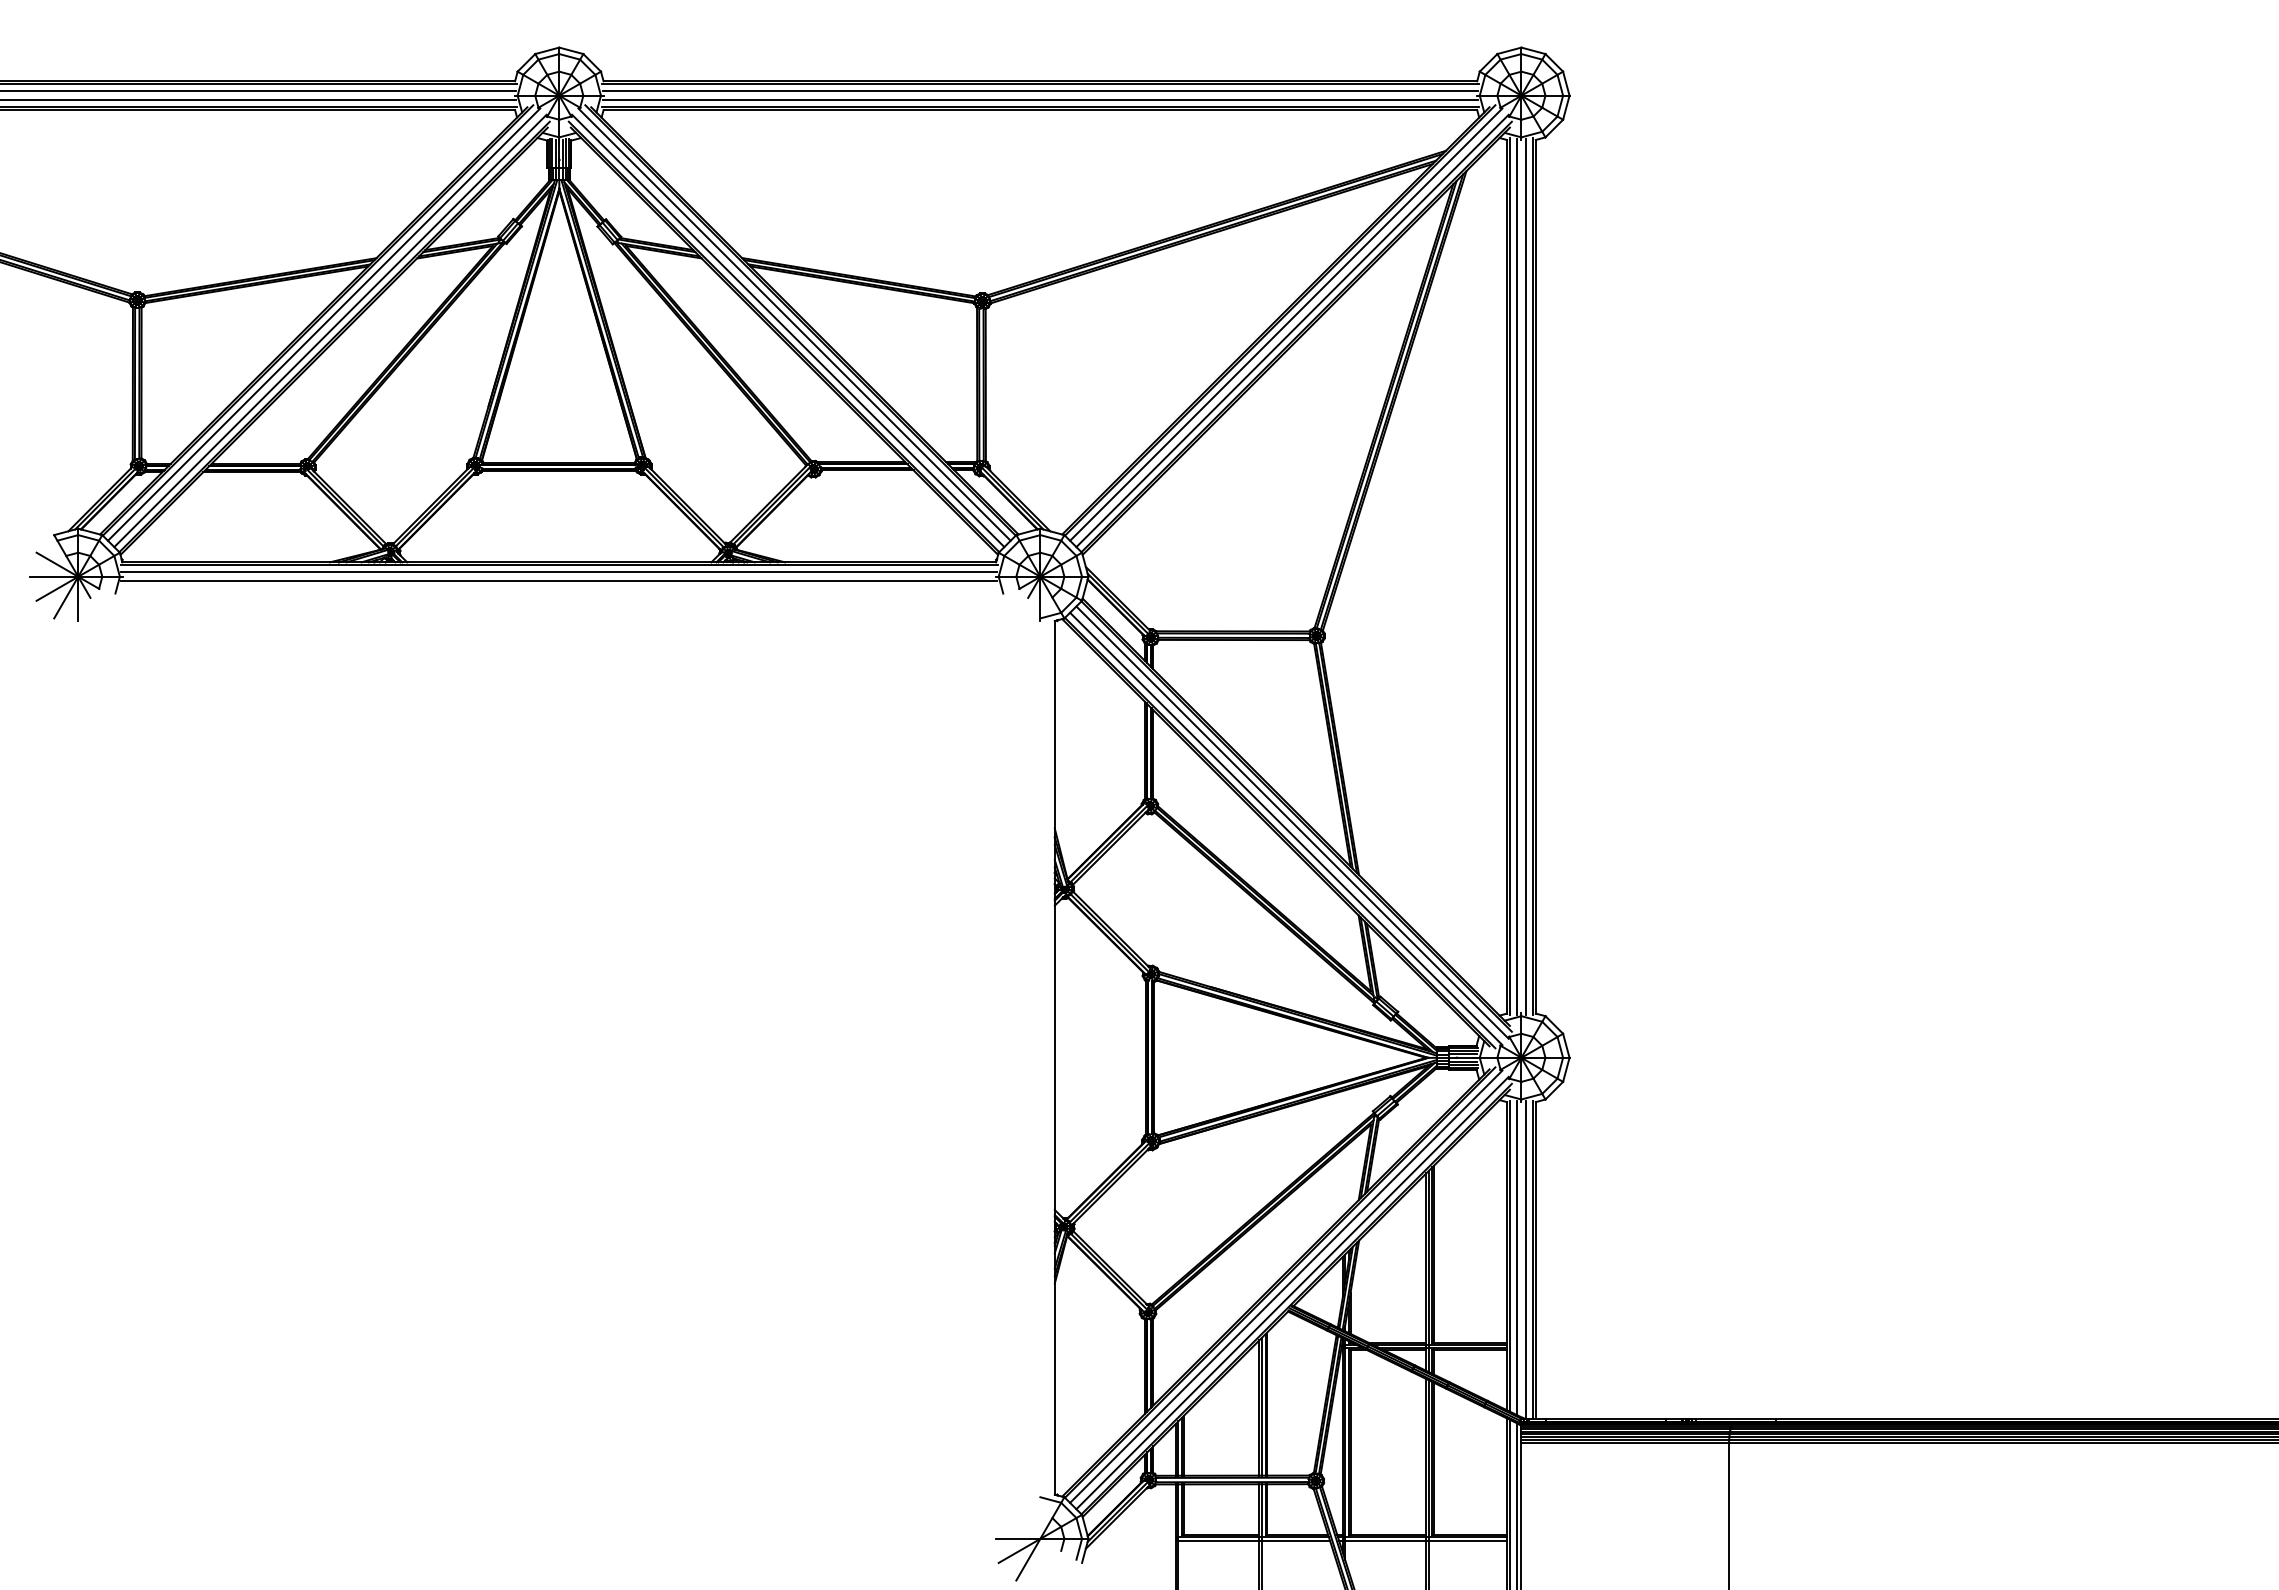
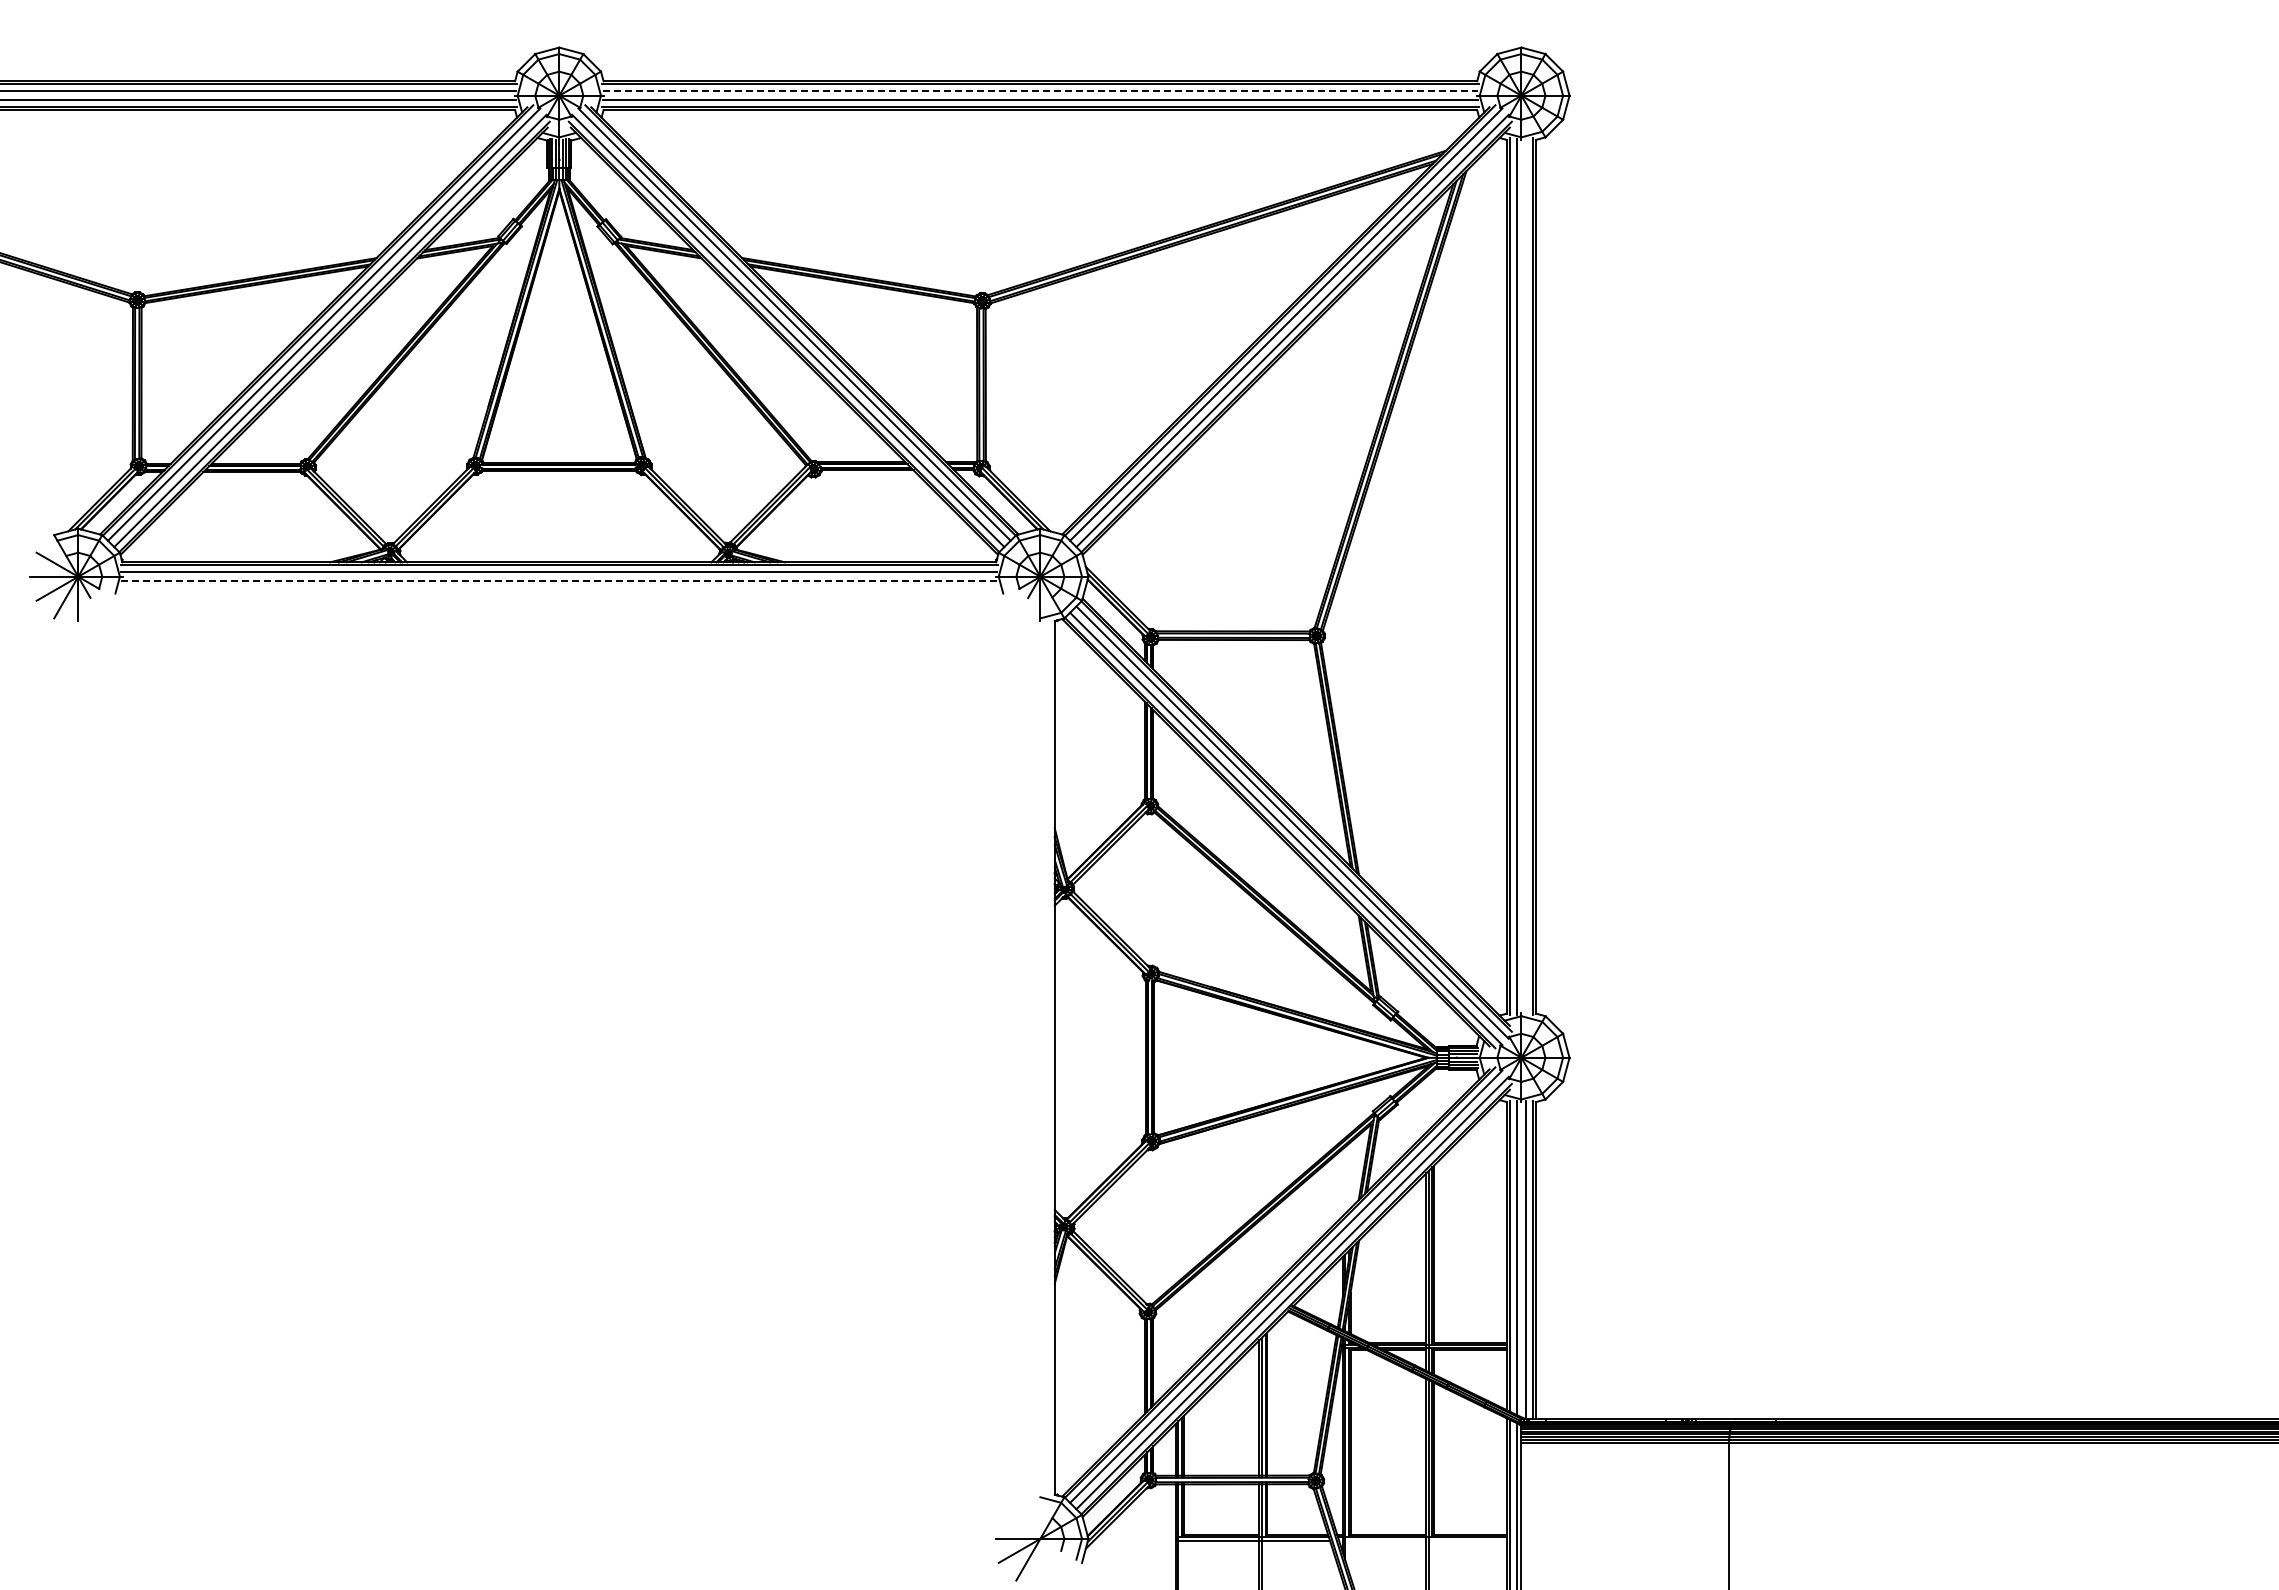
line at (1040, 91): solid -> dashed
line at (1525, 576): present -> none
line at (559, 581): solid -> dashed
line at (1423, 1540): present -> none
